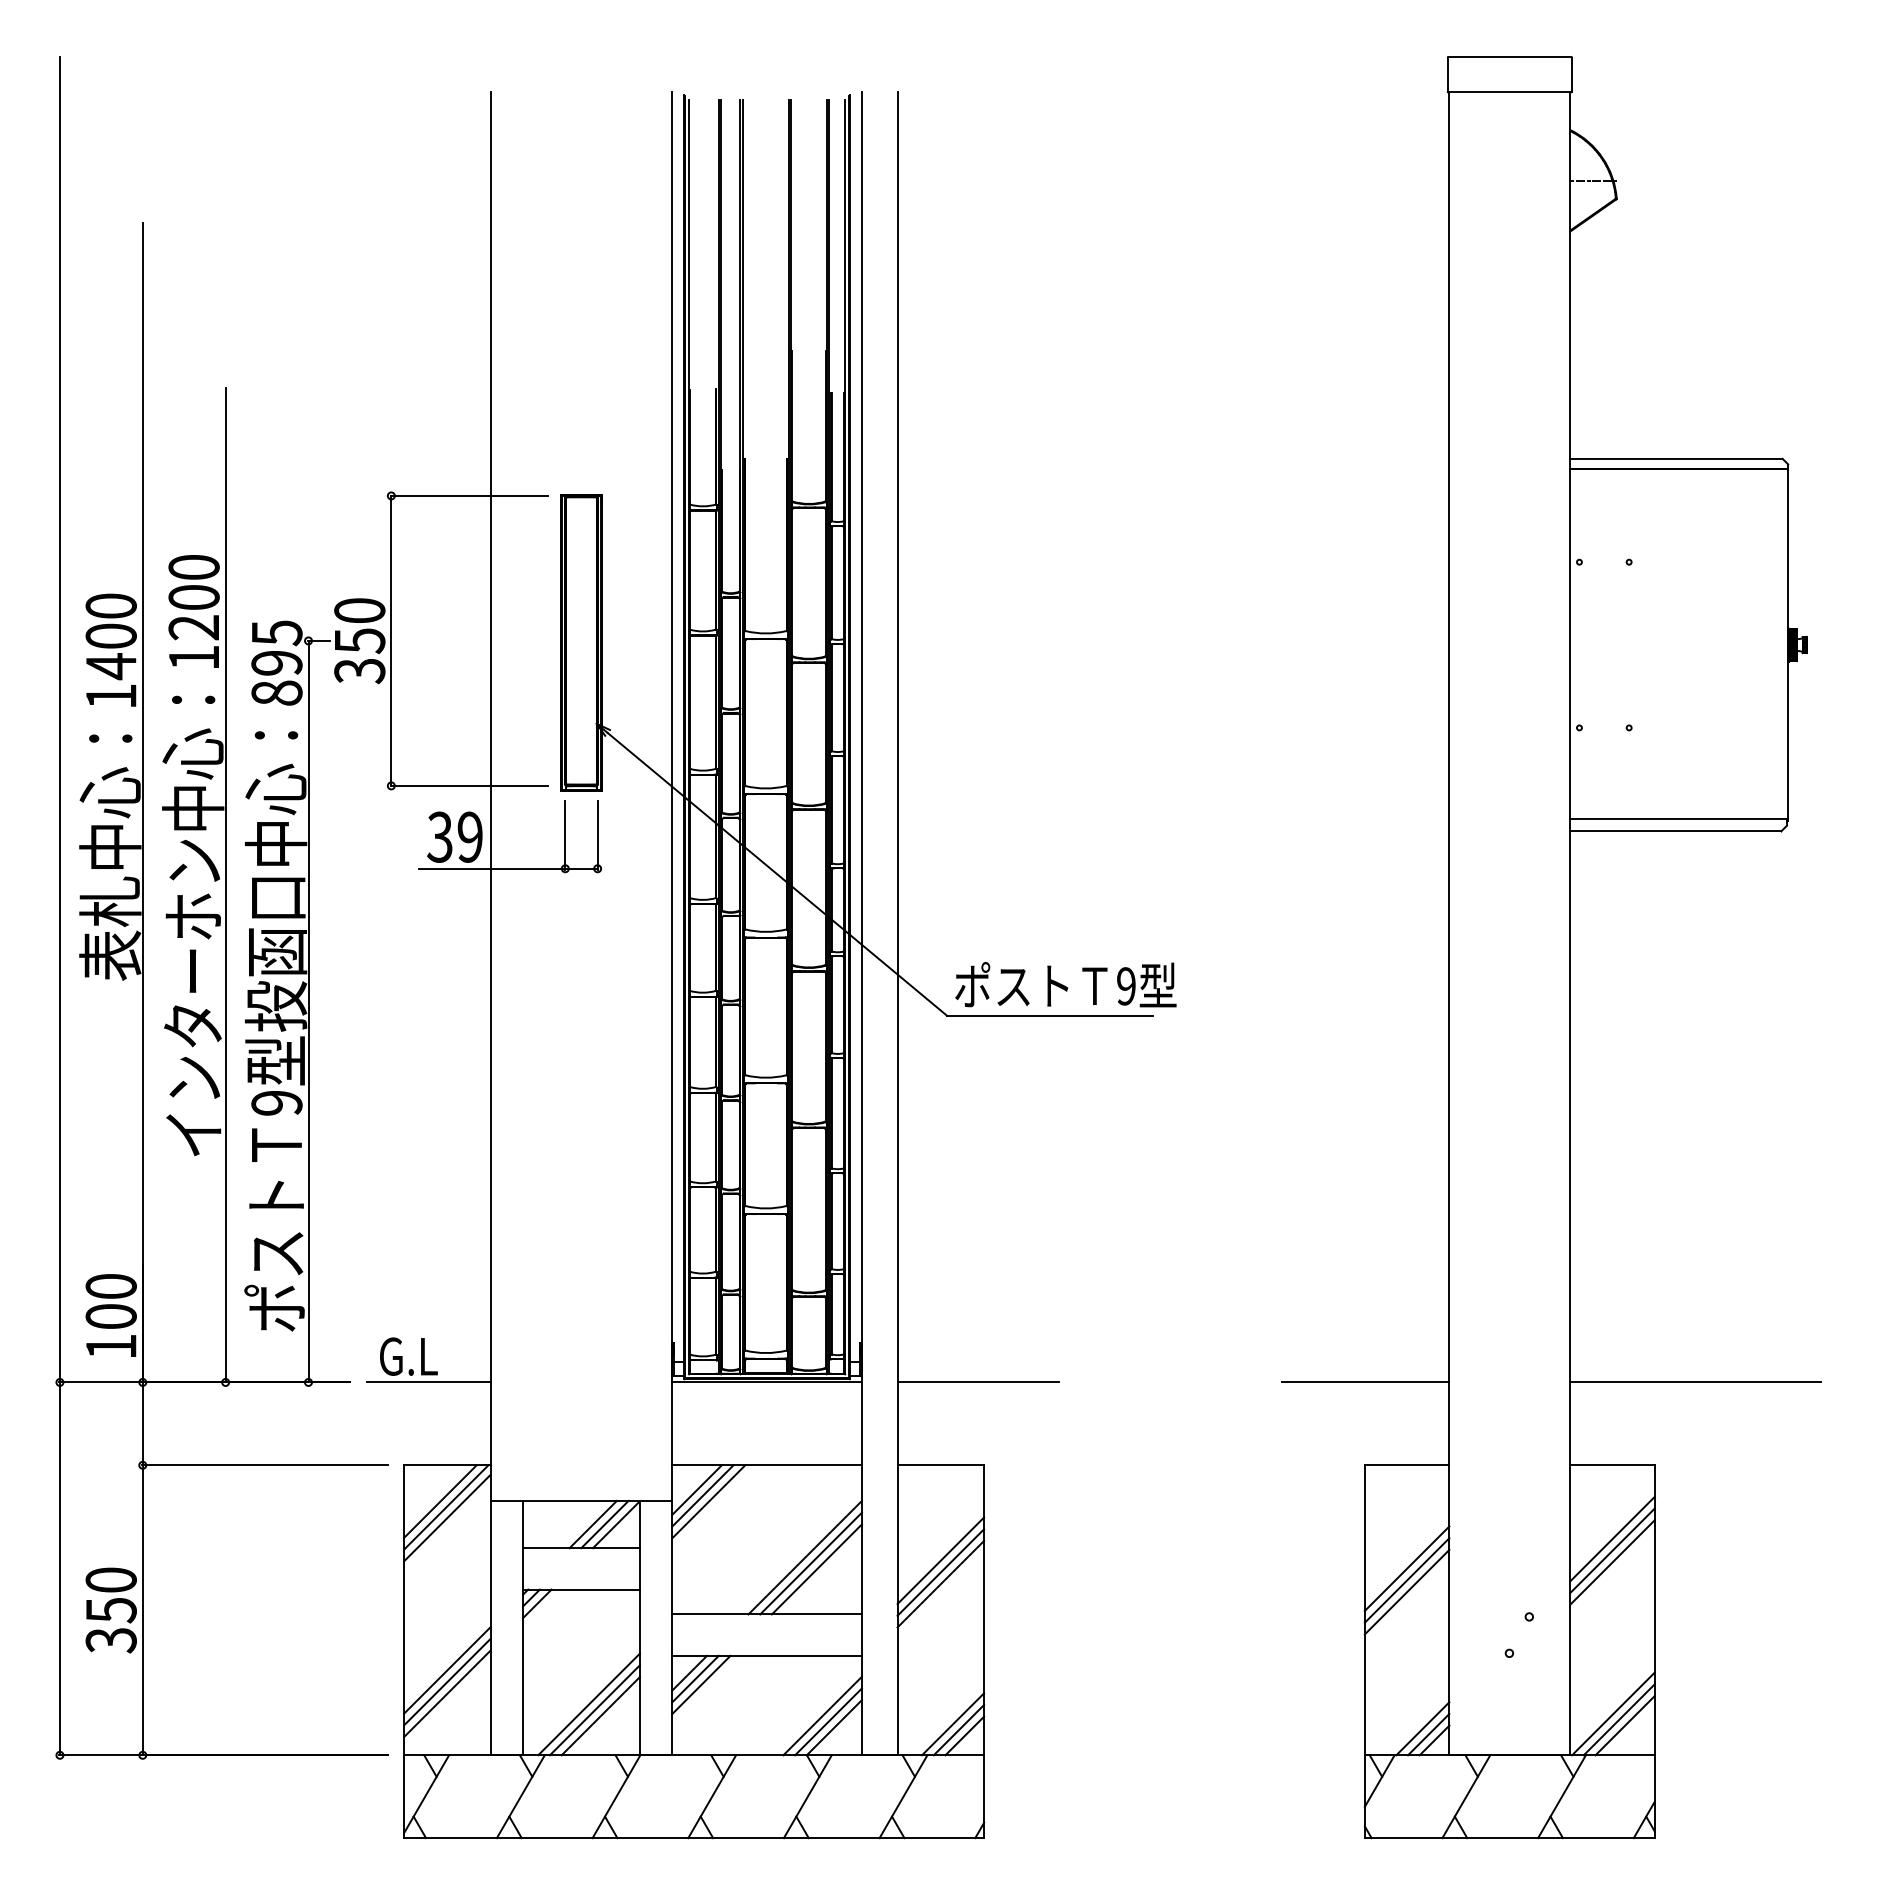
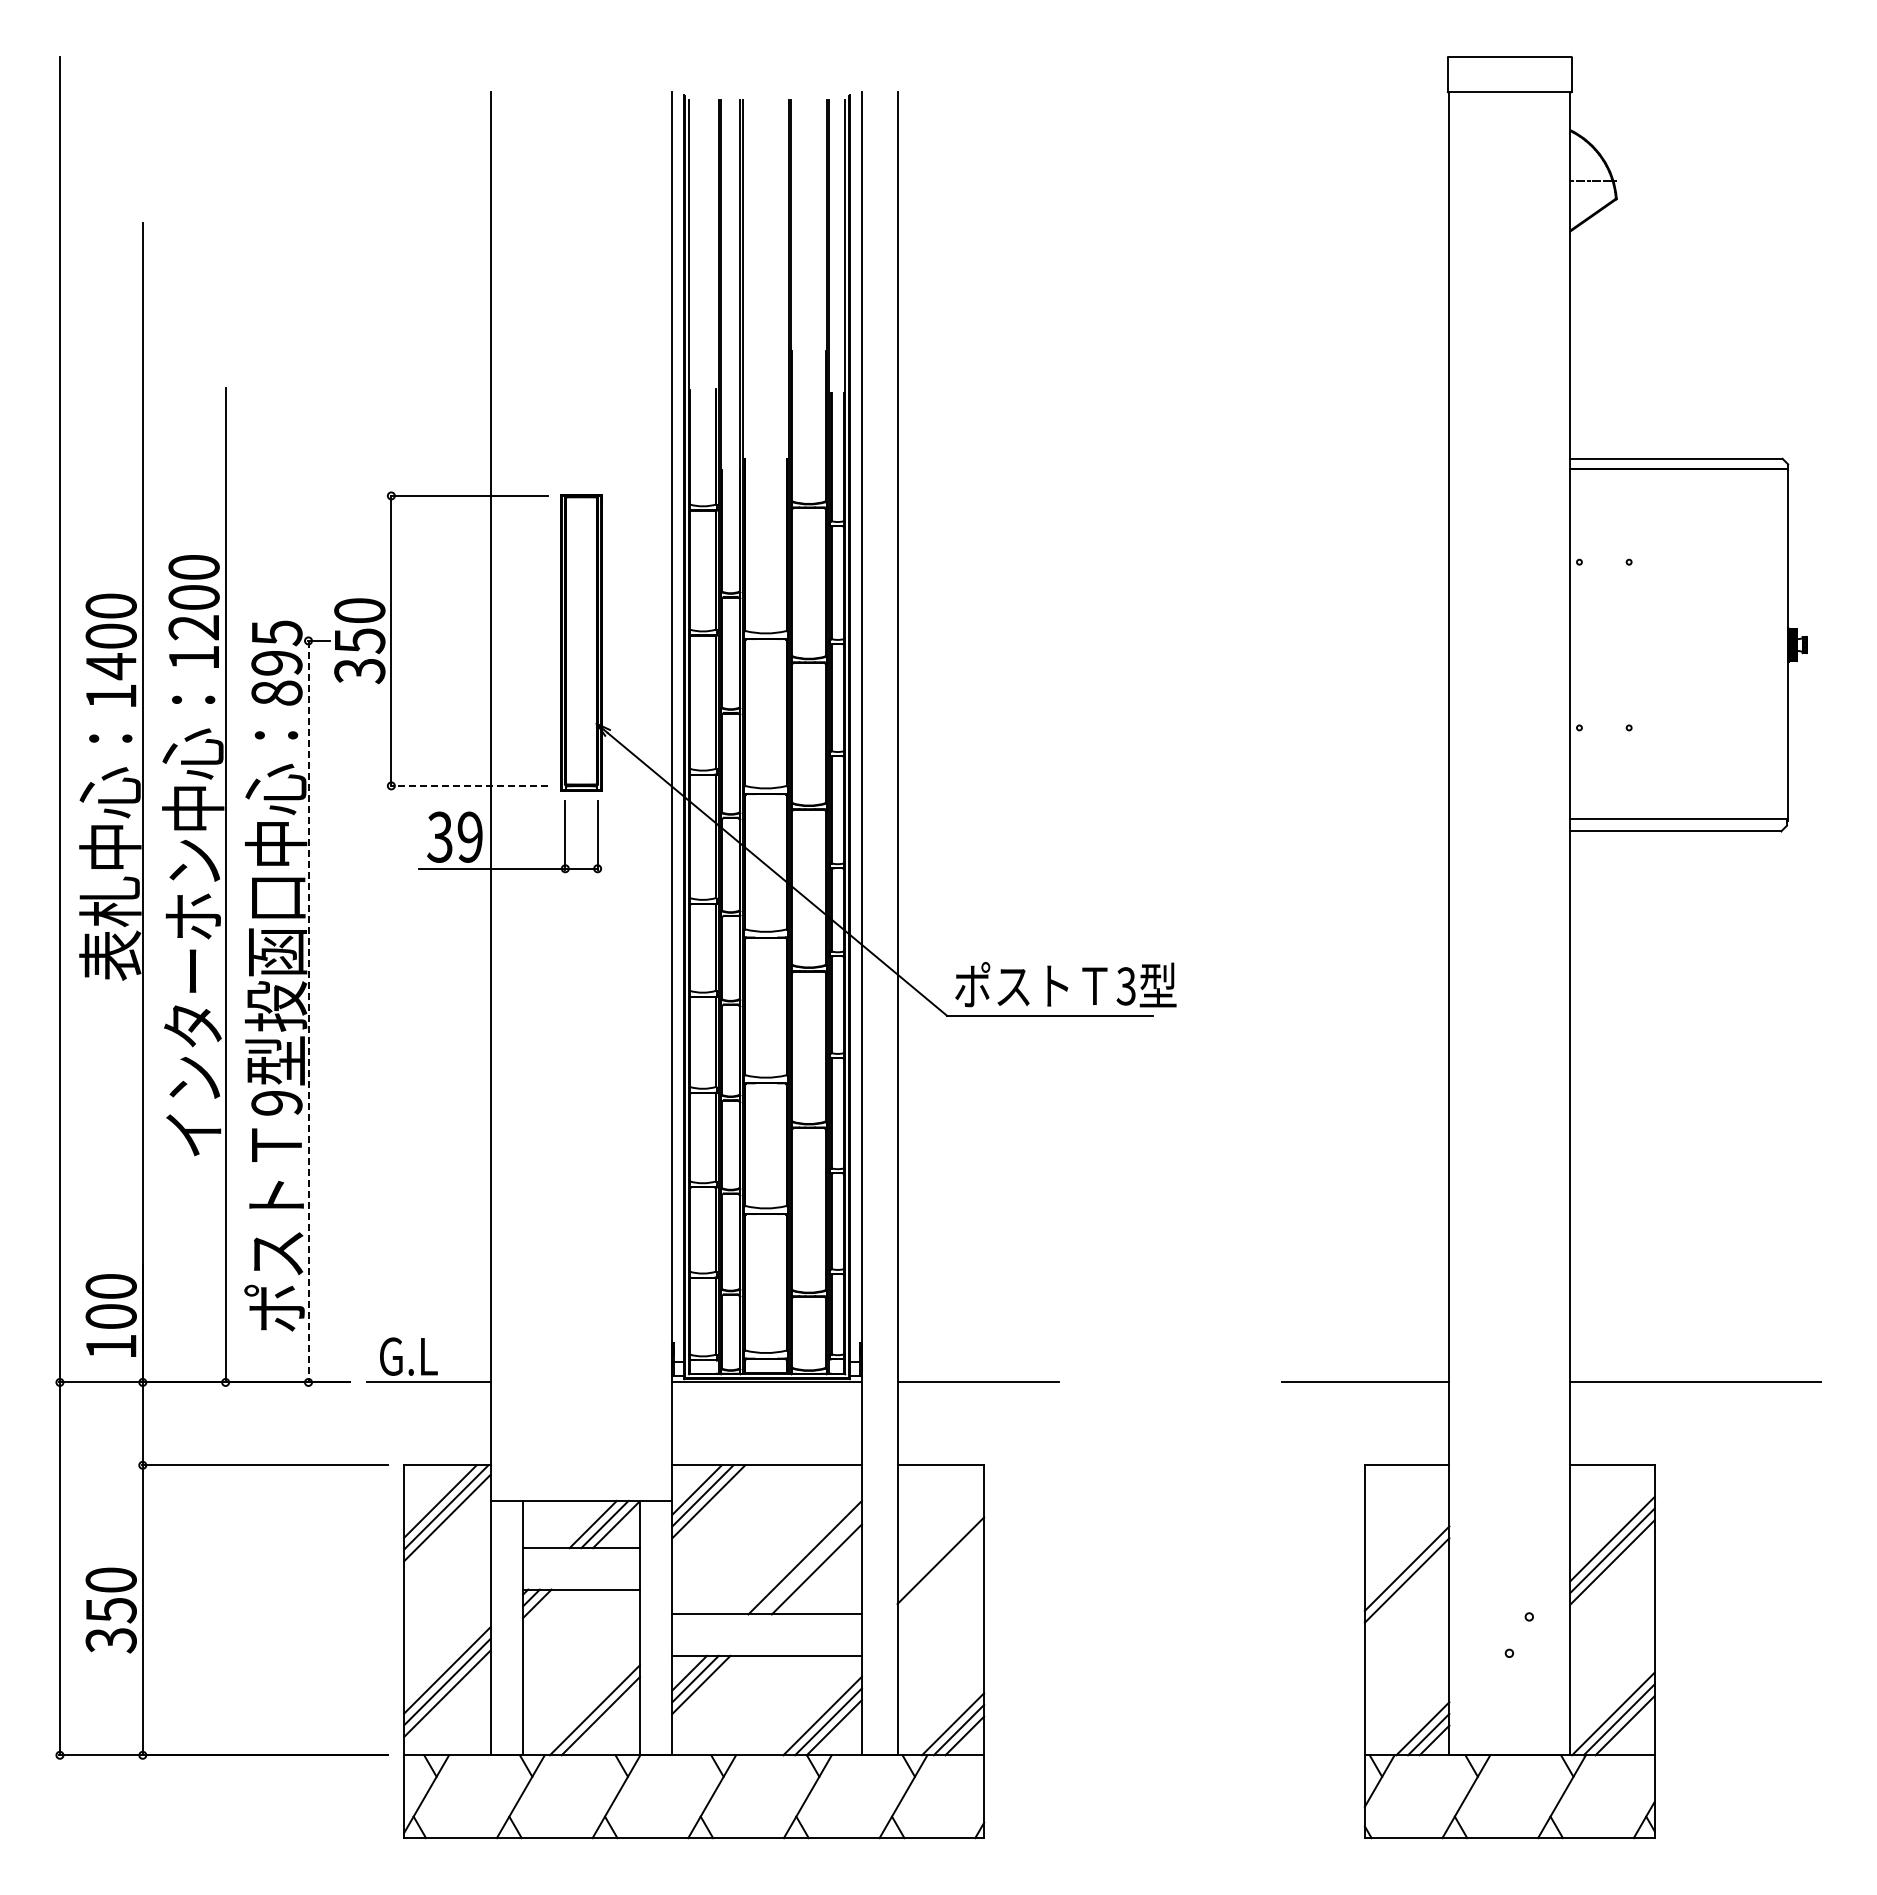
line at (469, 785): solid -> dashed
text at (1125, 986): 9 -> 3
line at (308, 1011): solid -> dashed
line at (810, 1563): present -> none
line at (940, 1572): present -> none
line at (940, 1583): present -> none
line at (1406, 1591): present -> none
line at (588, 1704): present -> none
